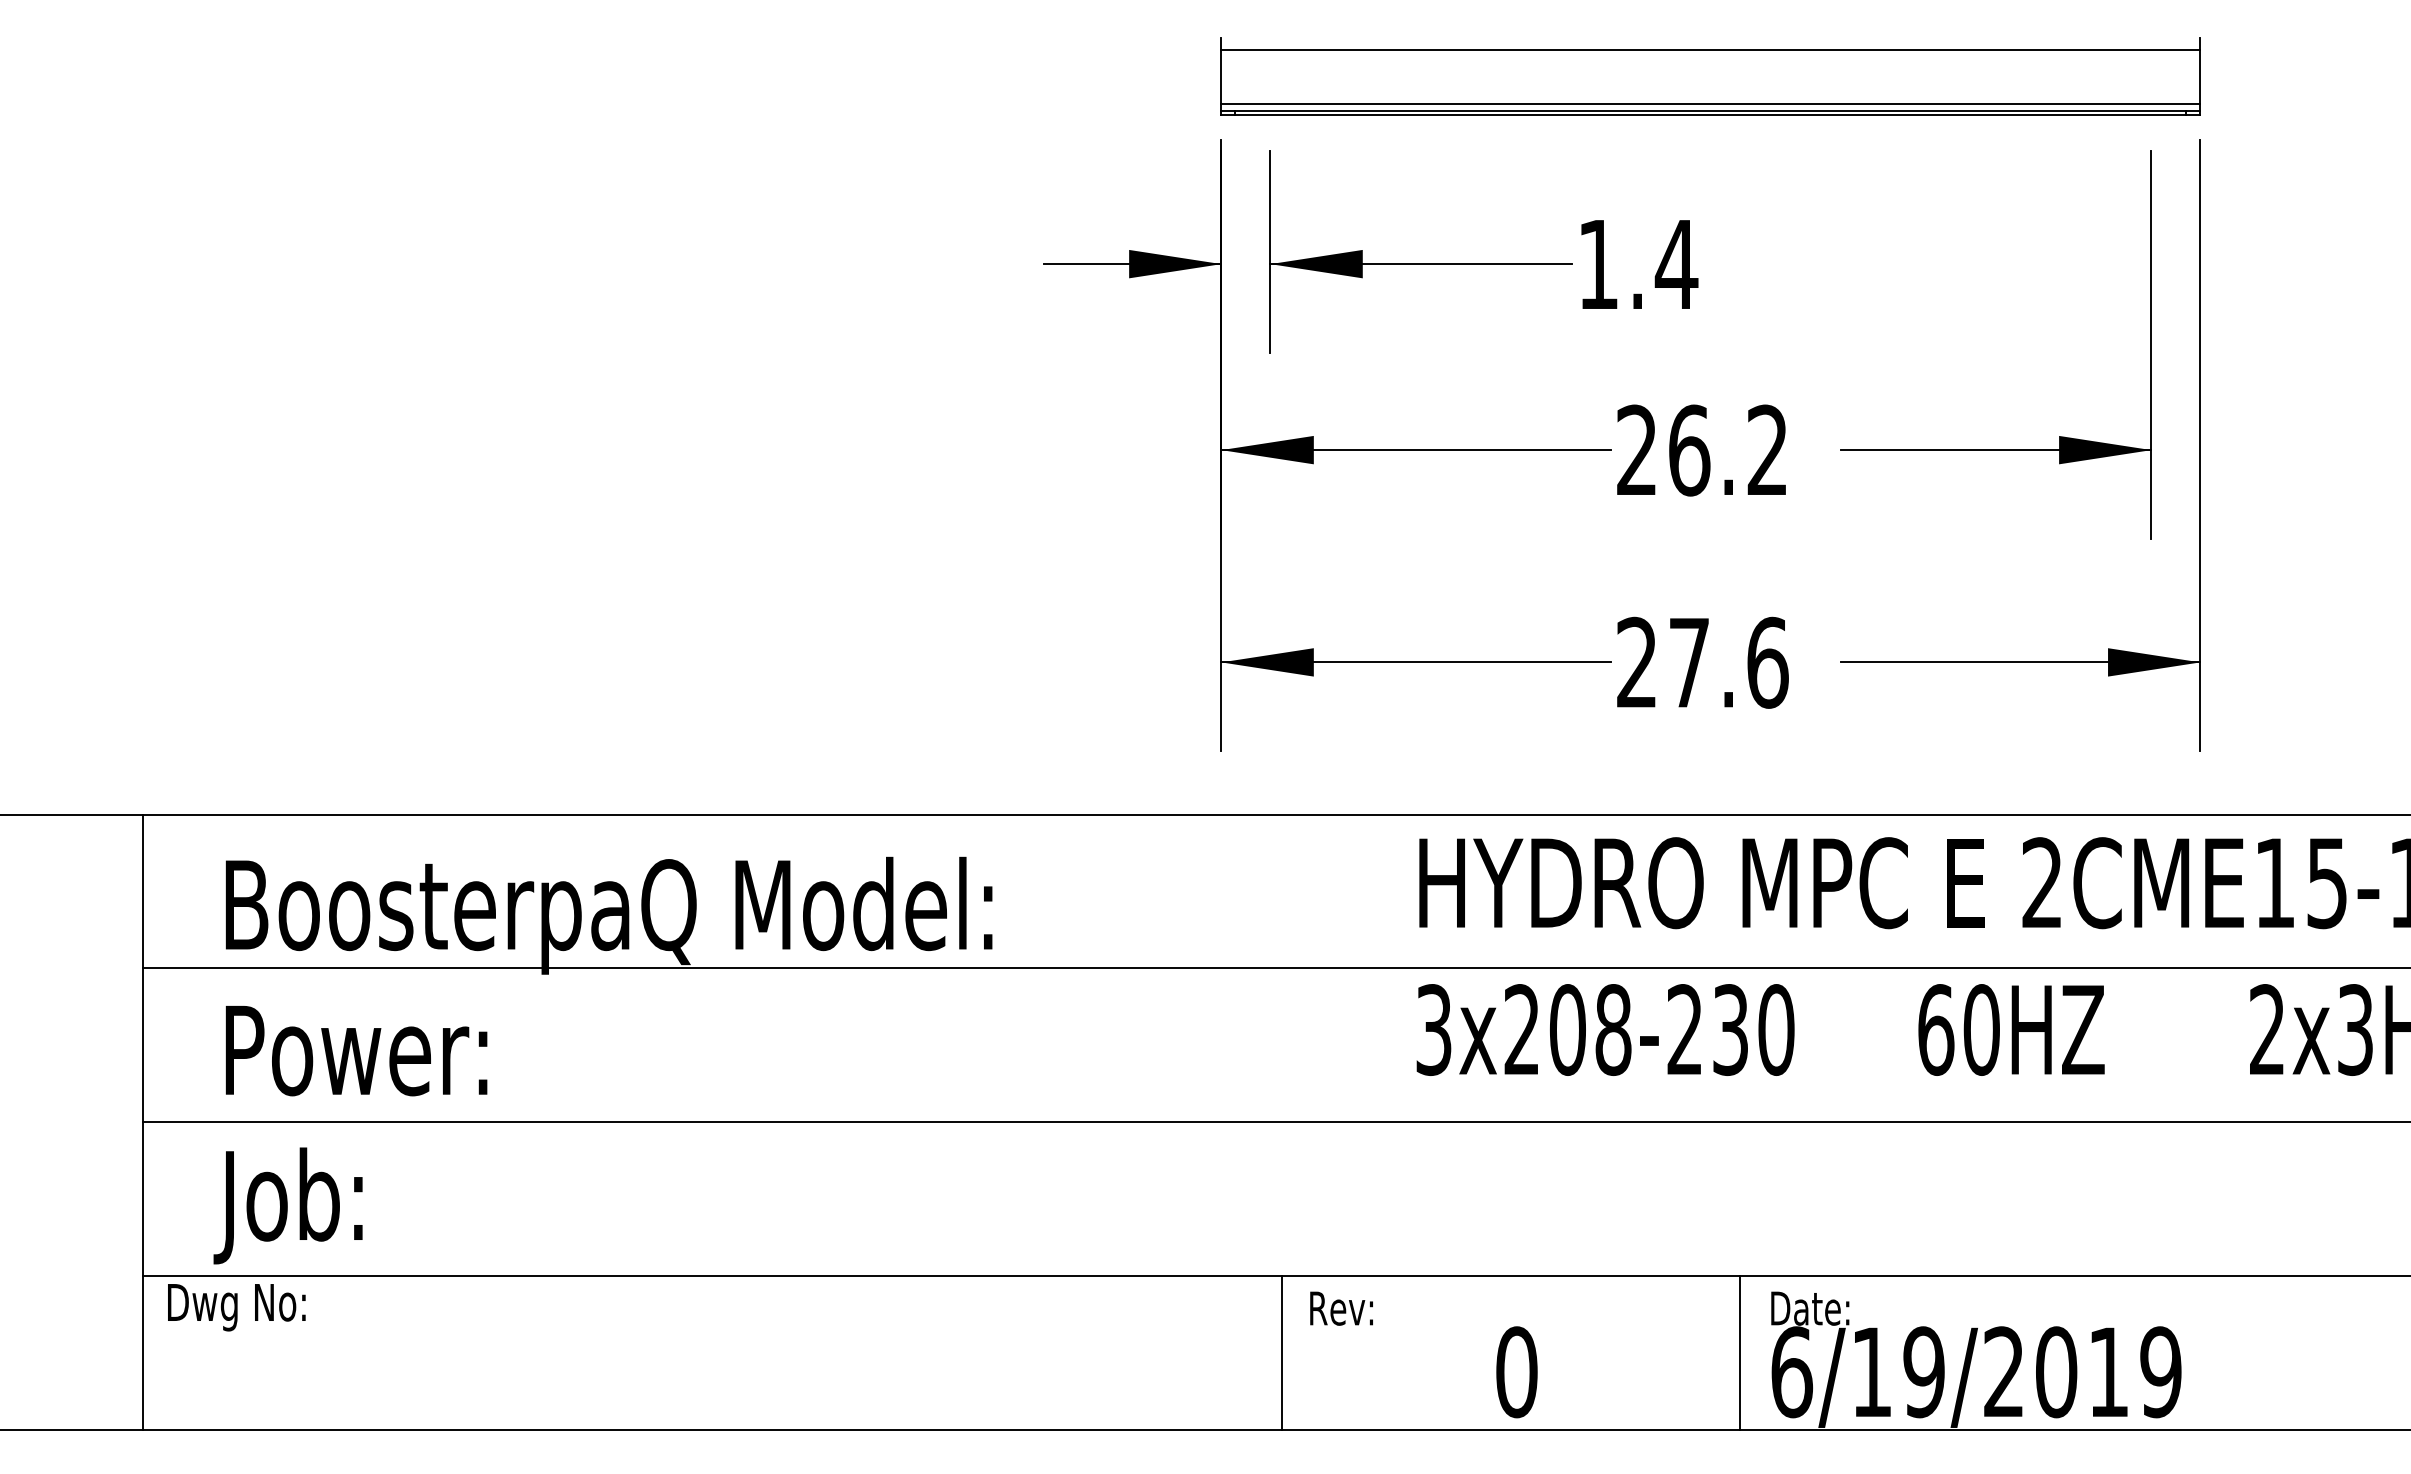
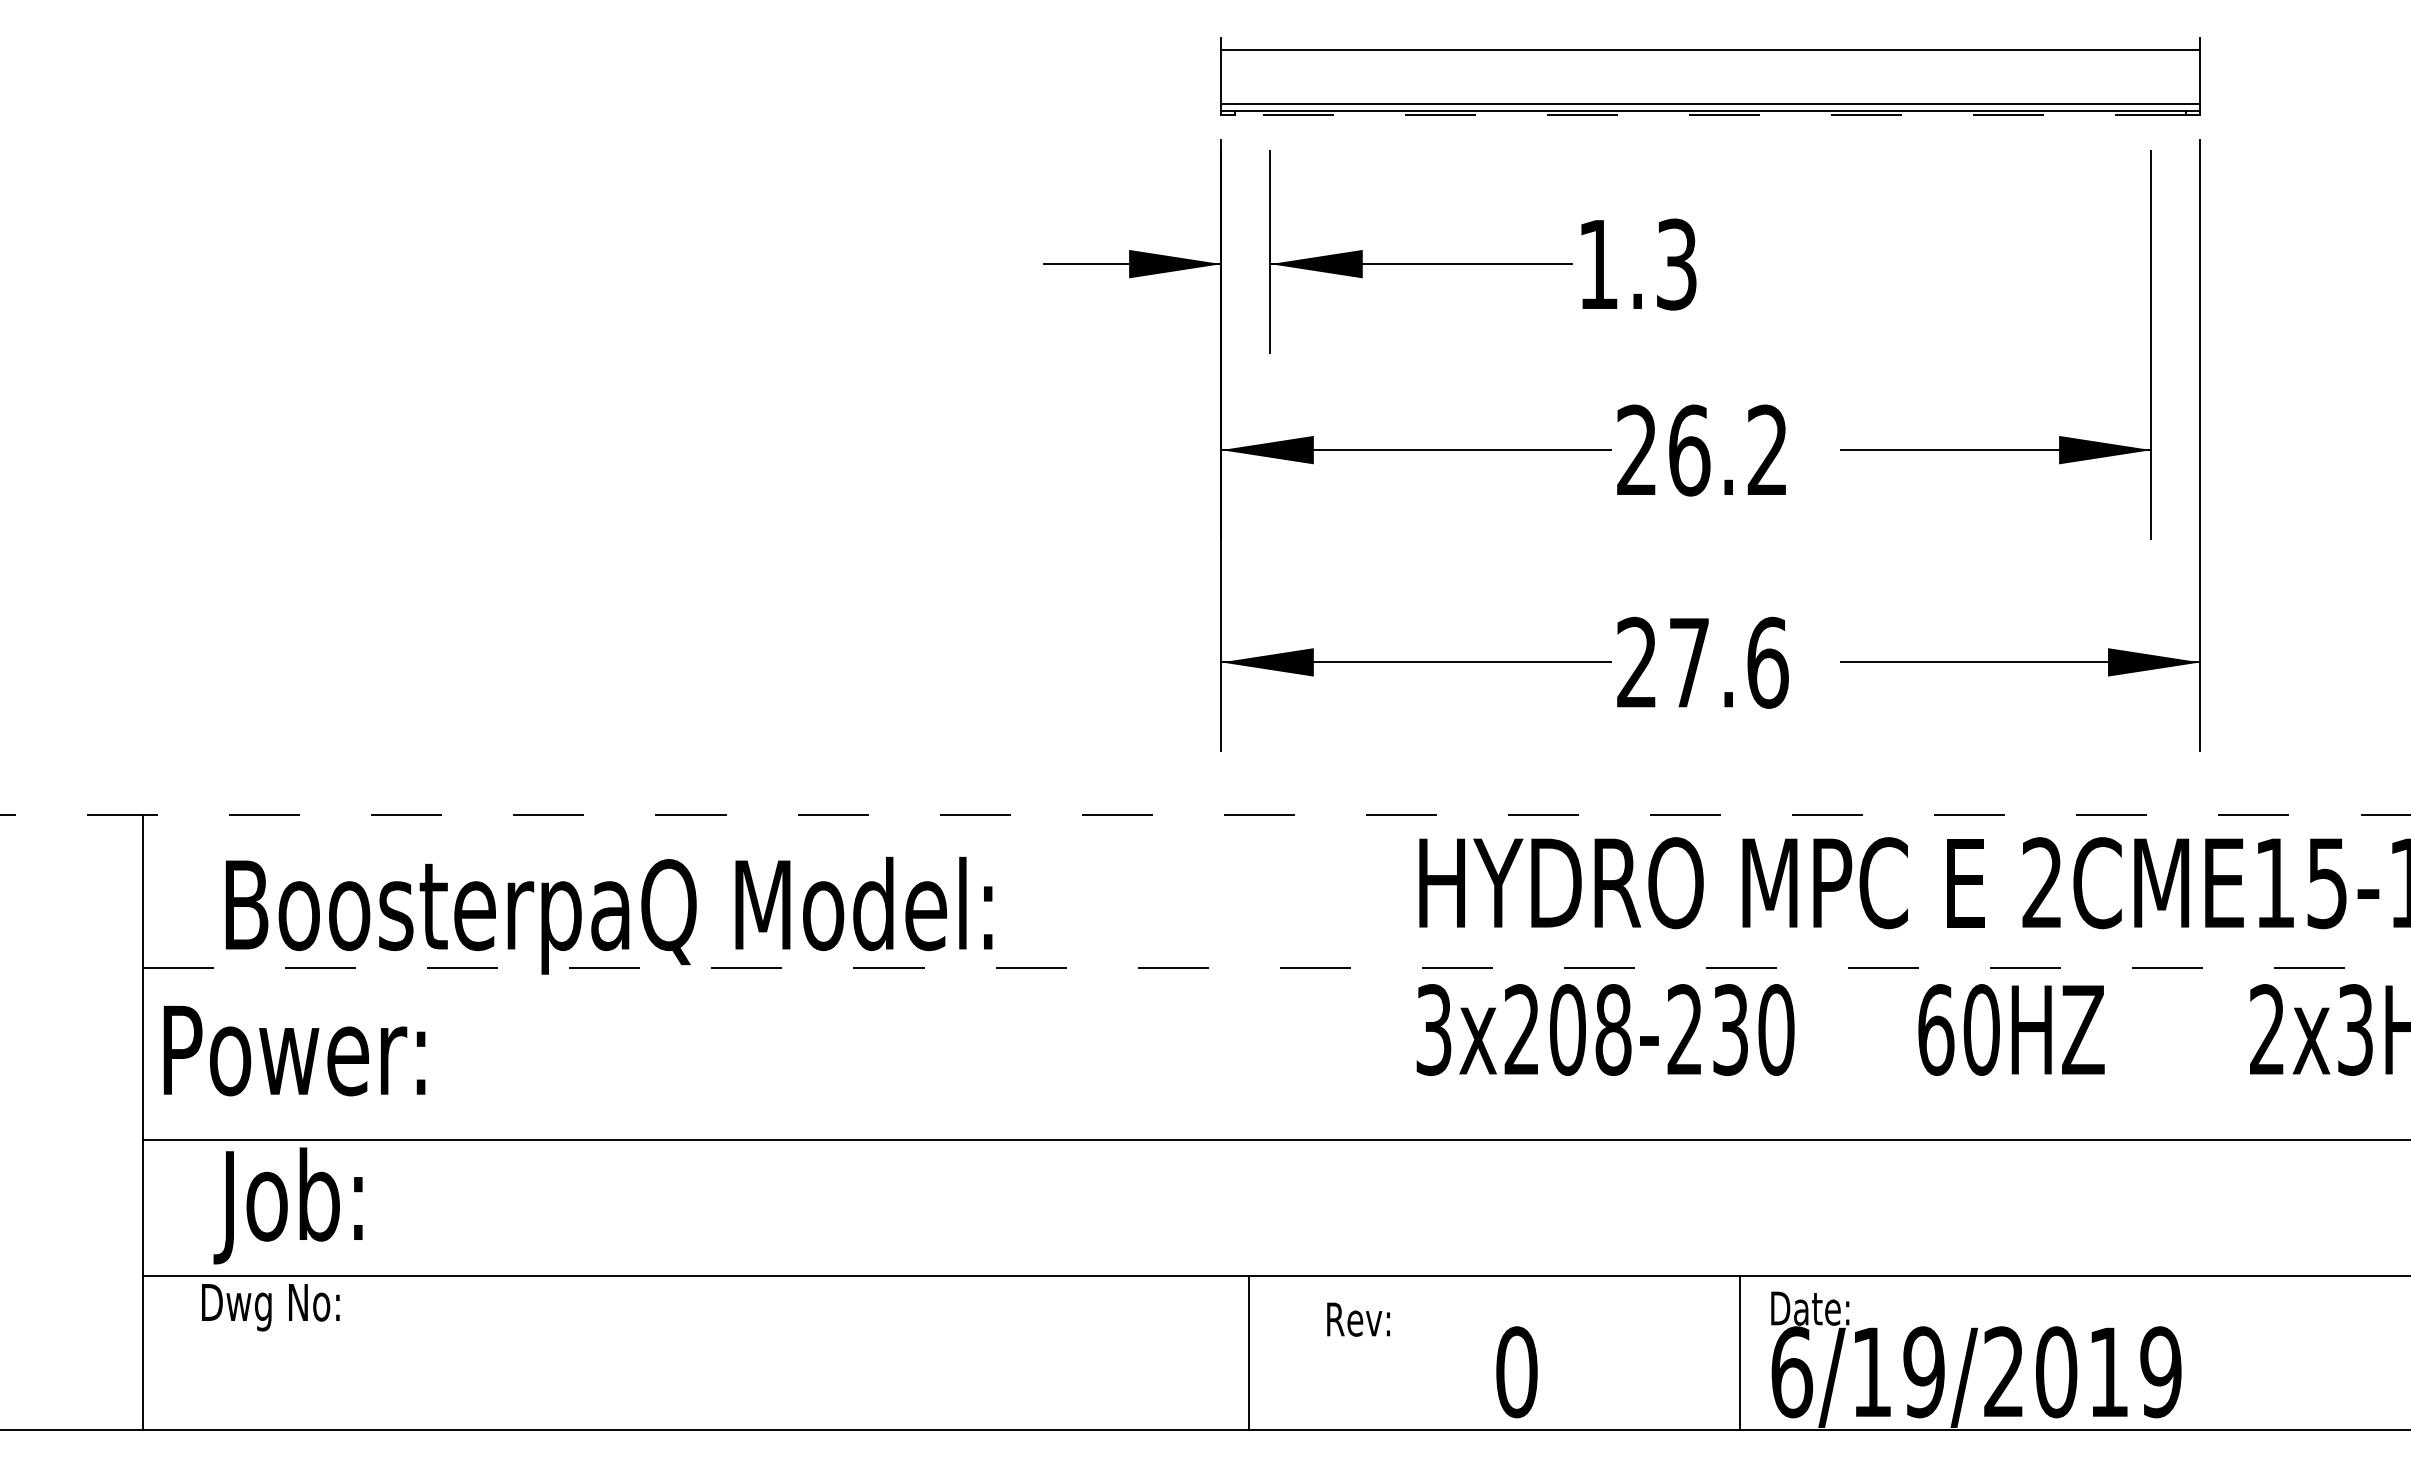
line at (1710, 115): solid -> dashed
text at (1676, 264): 1.4 -> 1.3
line at (1205, 814): solid -> dashed
line at (1276, 968): solid -> dashed
text at (356, 1051) position: (356, 1051) -> (294, 1051)
line at (1275, 1122) position: (1275, 1122) -> (1275, 1140)
text at (236, 1307) position: (236, 1307) -> (270, 1307)
text at (1341, 1308) position: (1341, 1308) -> (1358, 1319)
line at (1281, 1352) position: (1281, 1352) -> (1248, 1352)
